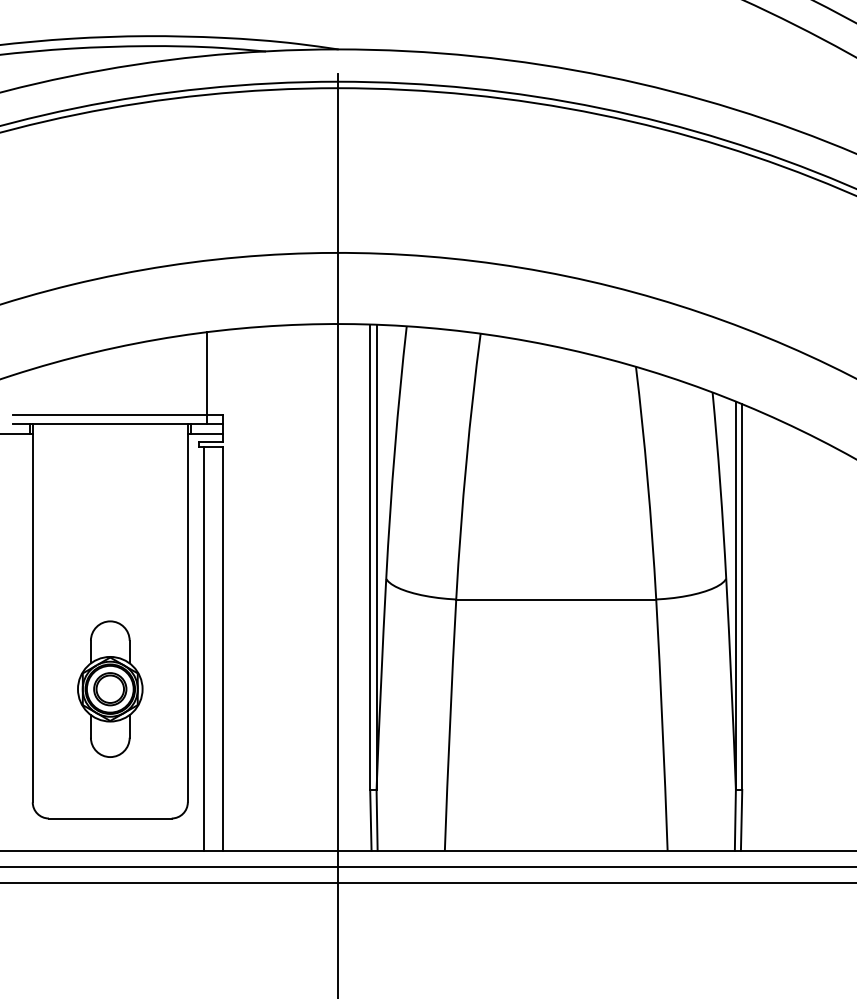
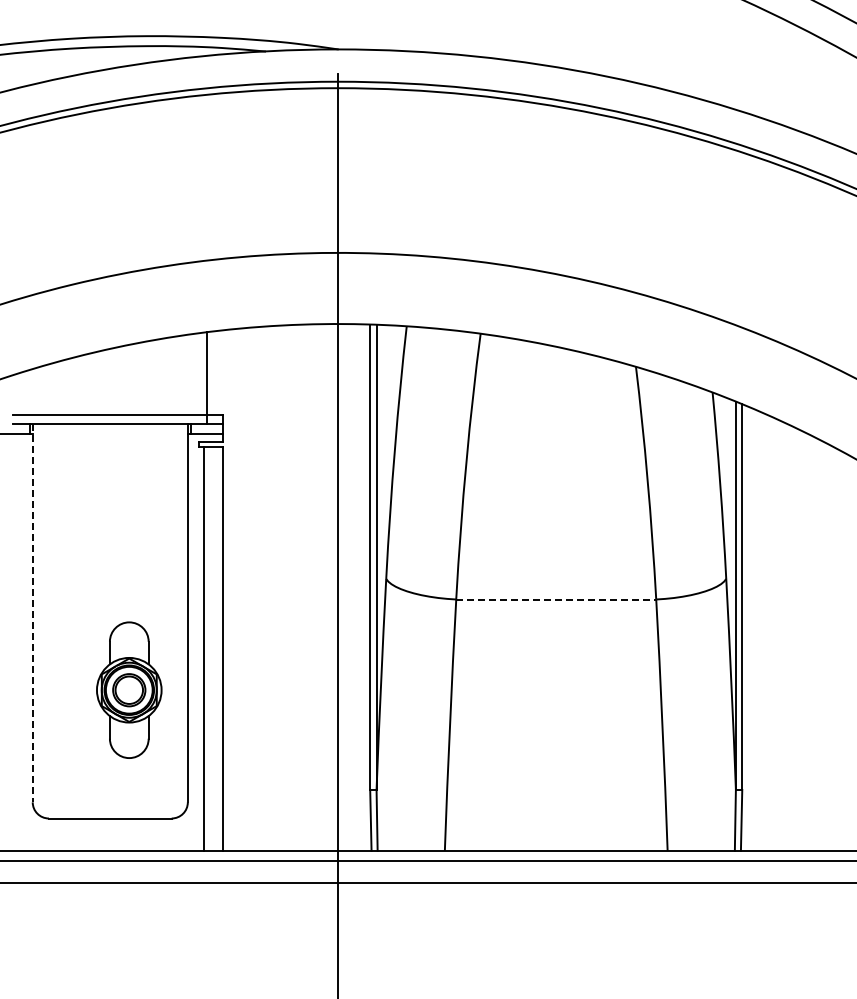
line at (556, 599): solid -> dashed
line at (32, 613): solid -> dashed
part at (110, 688) position: (110, 688) -> (129, 689)
line at (427, 866) position: (427, 866) -> (427, 860)
